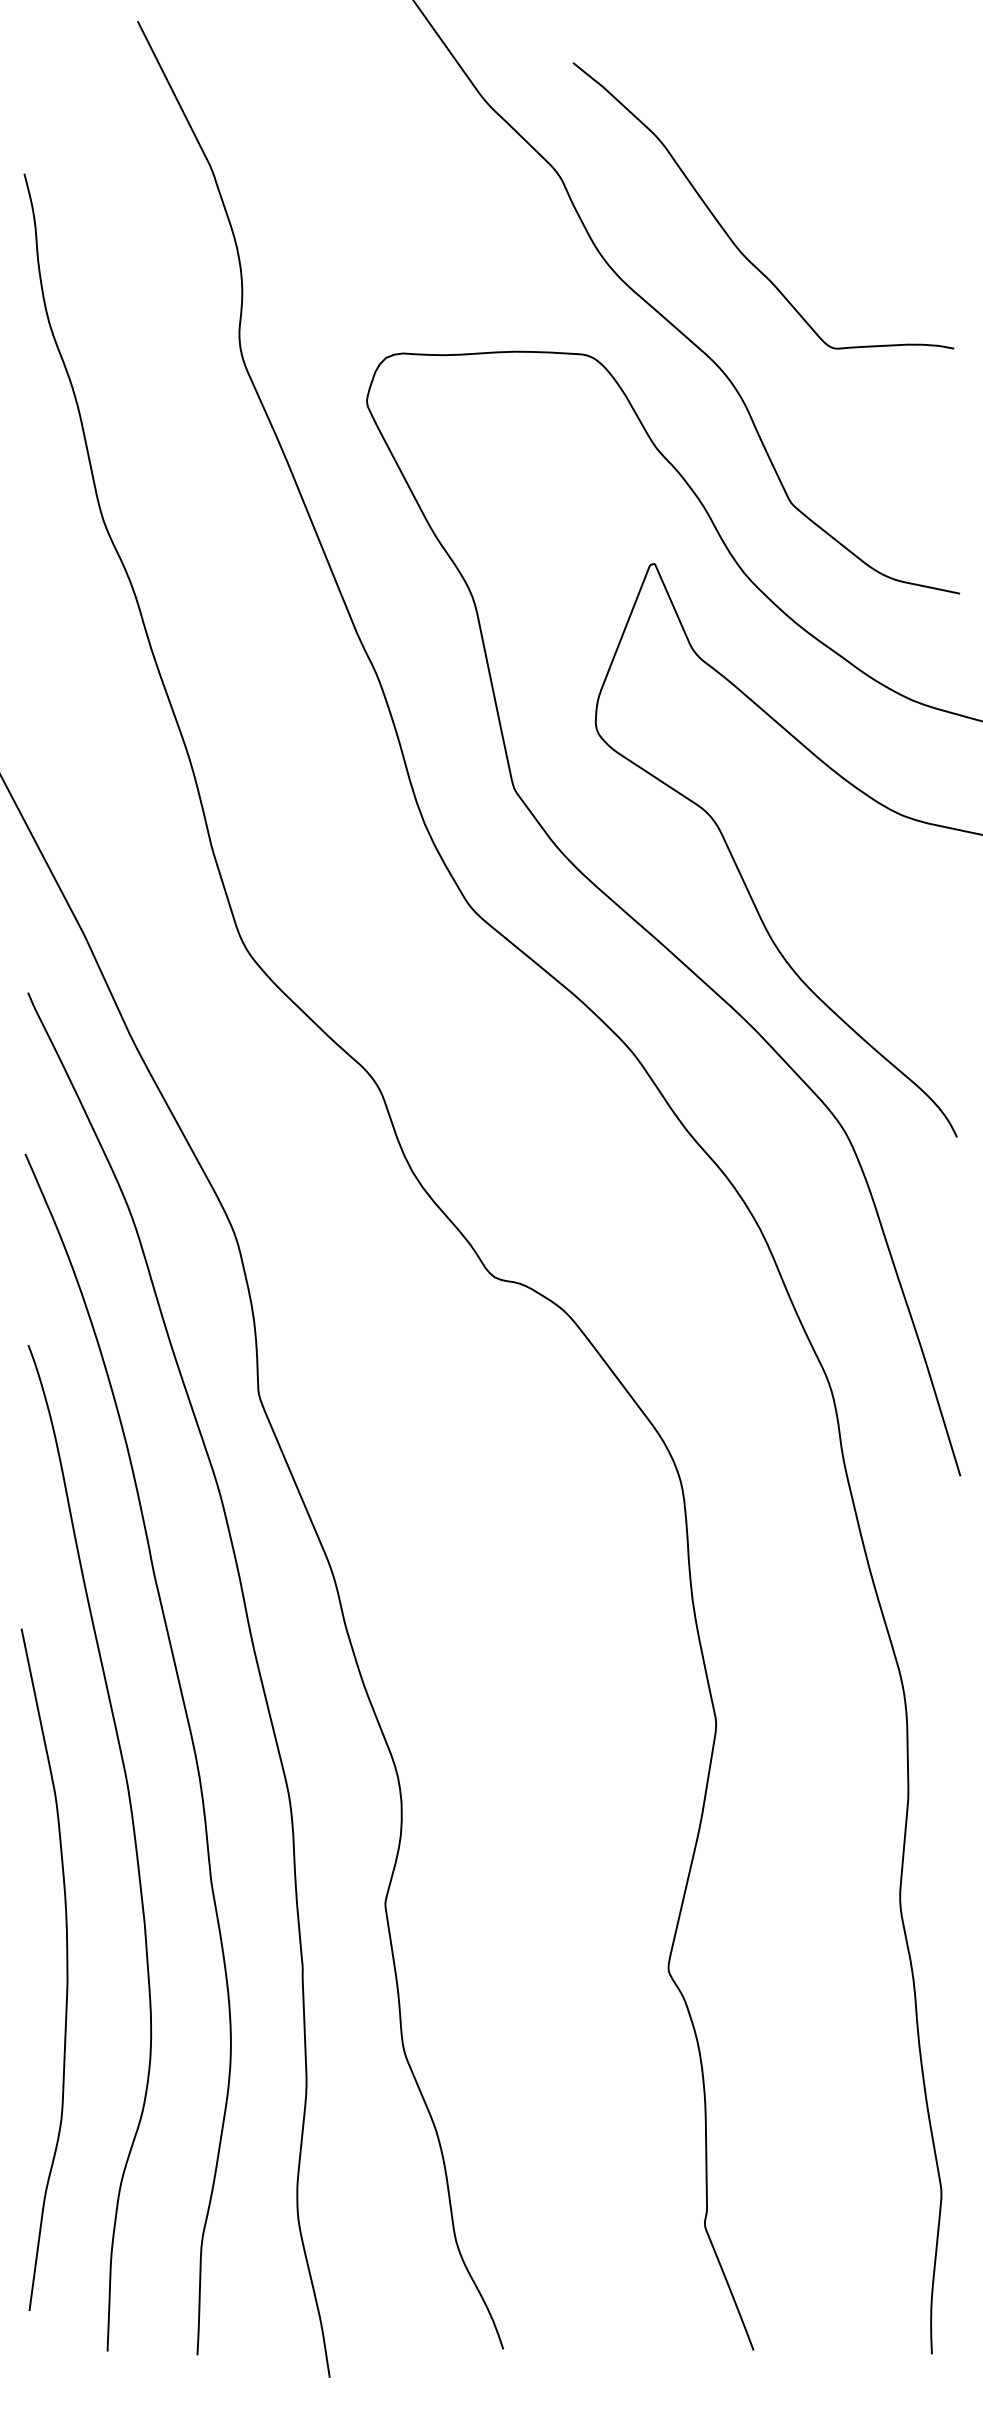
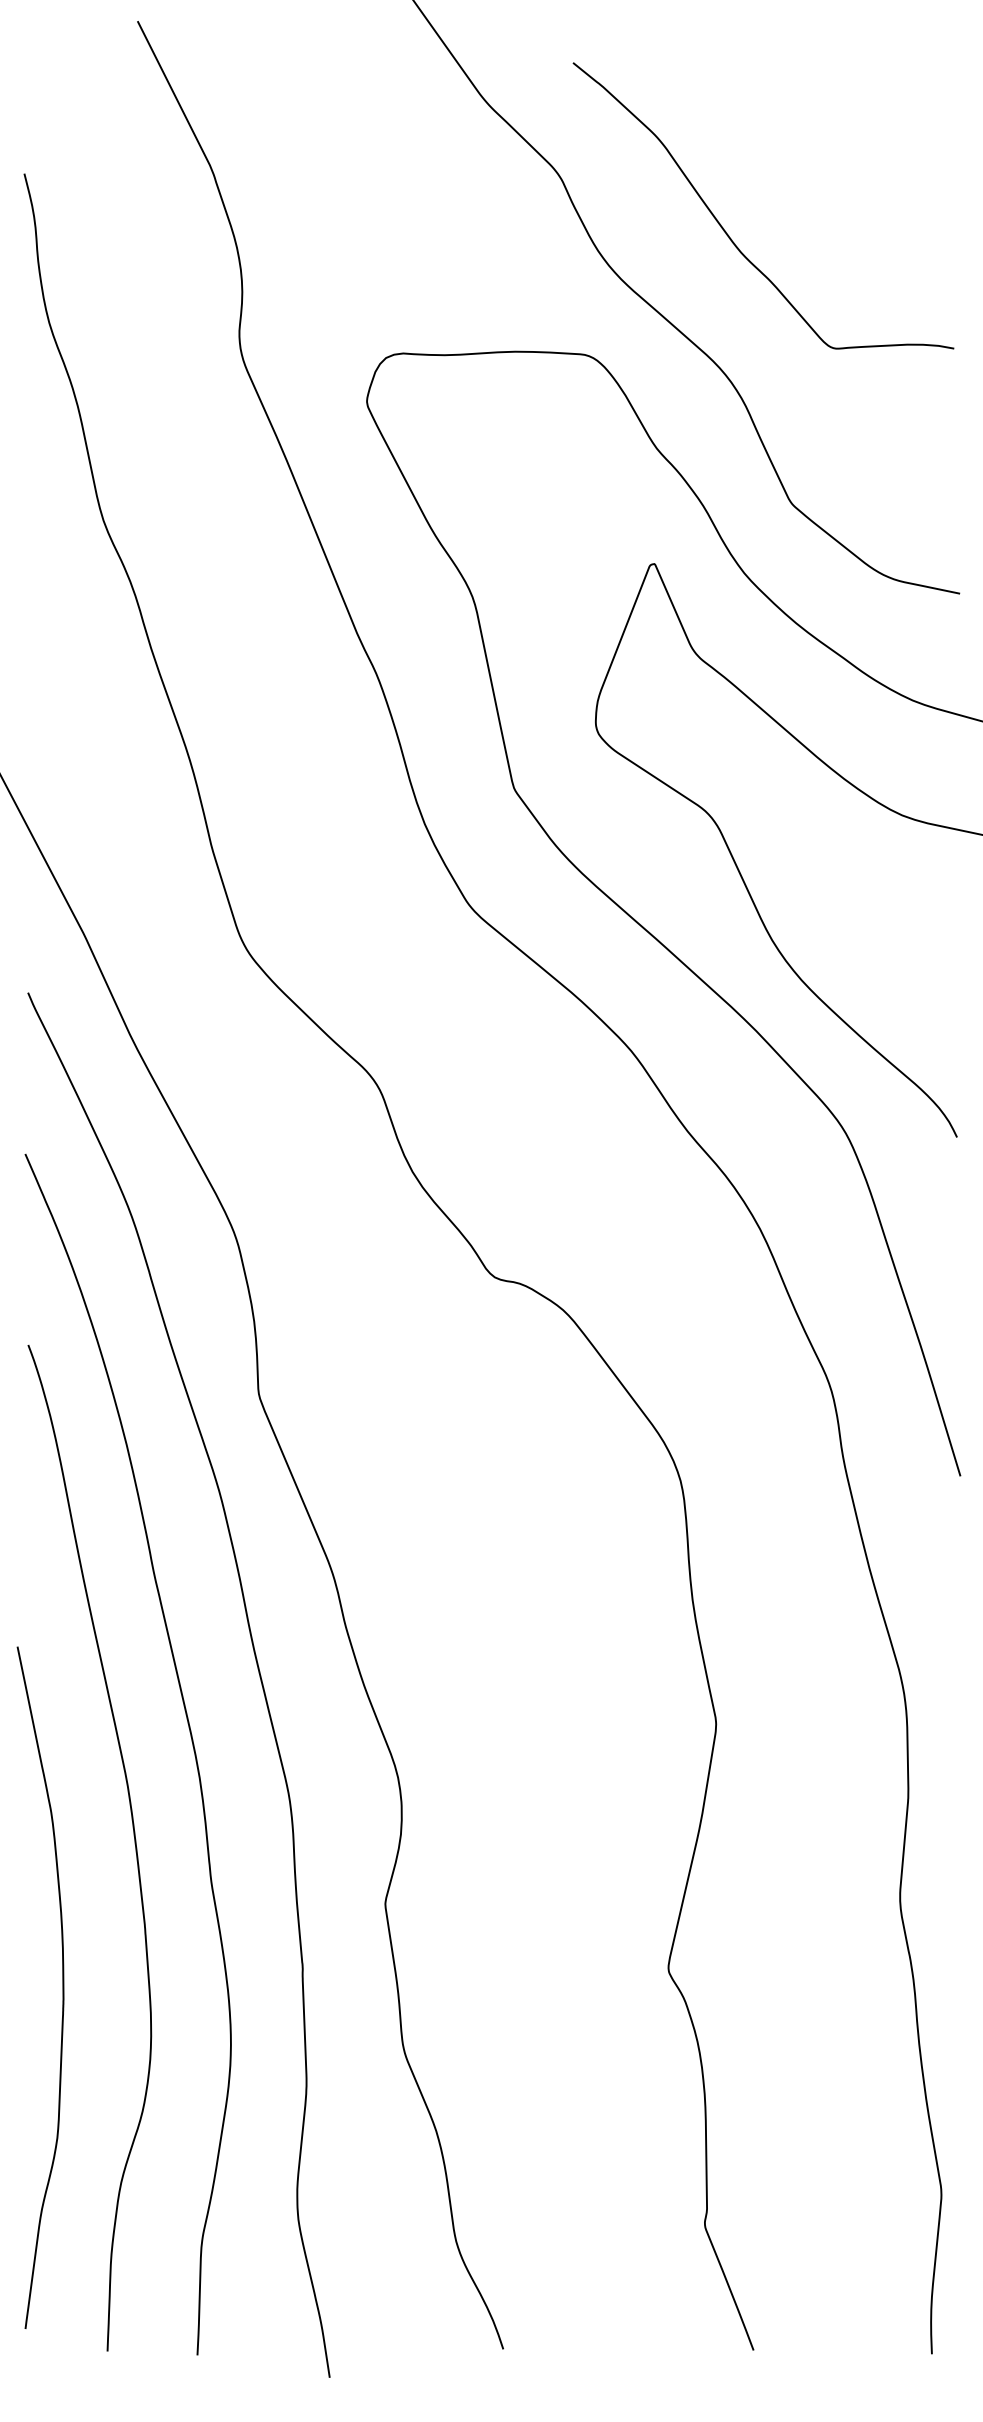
curve at (66, 1969) position: (66, 1969) -> (62, 1987)
